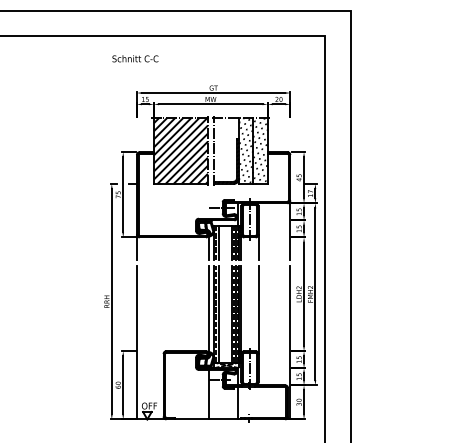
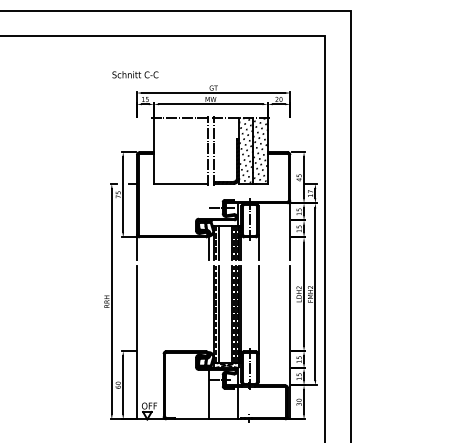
text at (135, 58) position: (135, 58) -> (135, 74)
hatch at (180, 151): present -> none
line at (209, 309): present -> none
